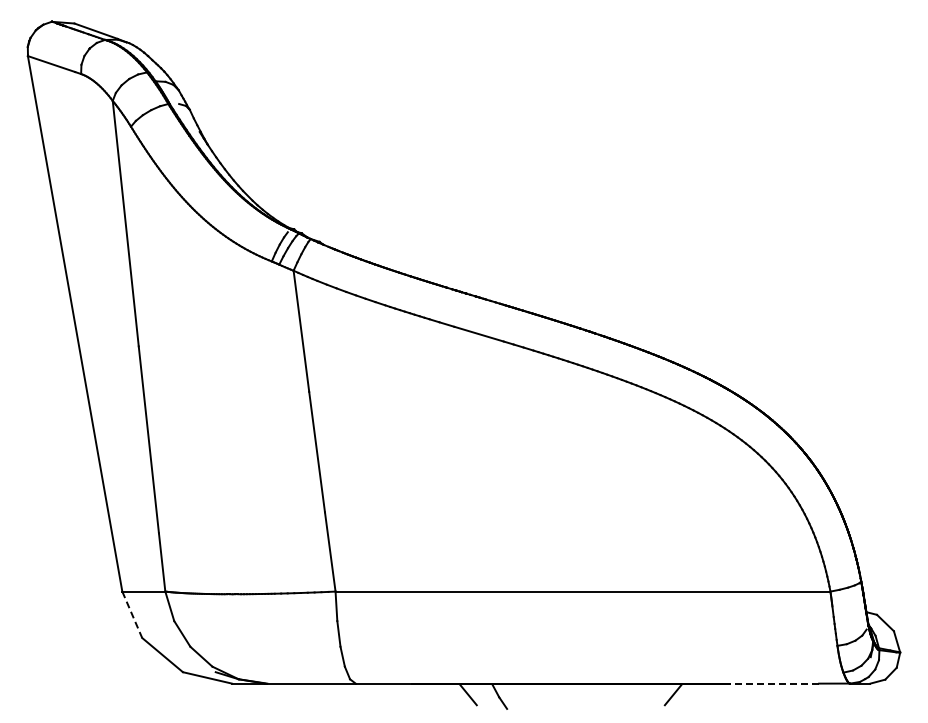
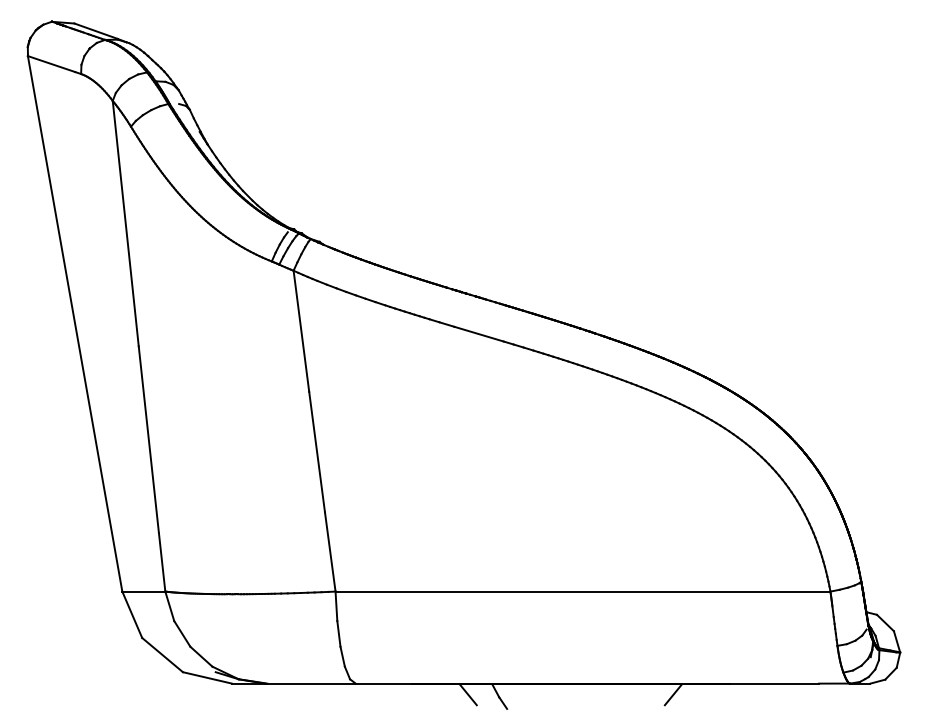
line at (132, 615): dashed -> solid
line at (774, 683): dashed -> solid
